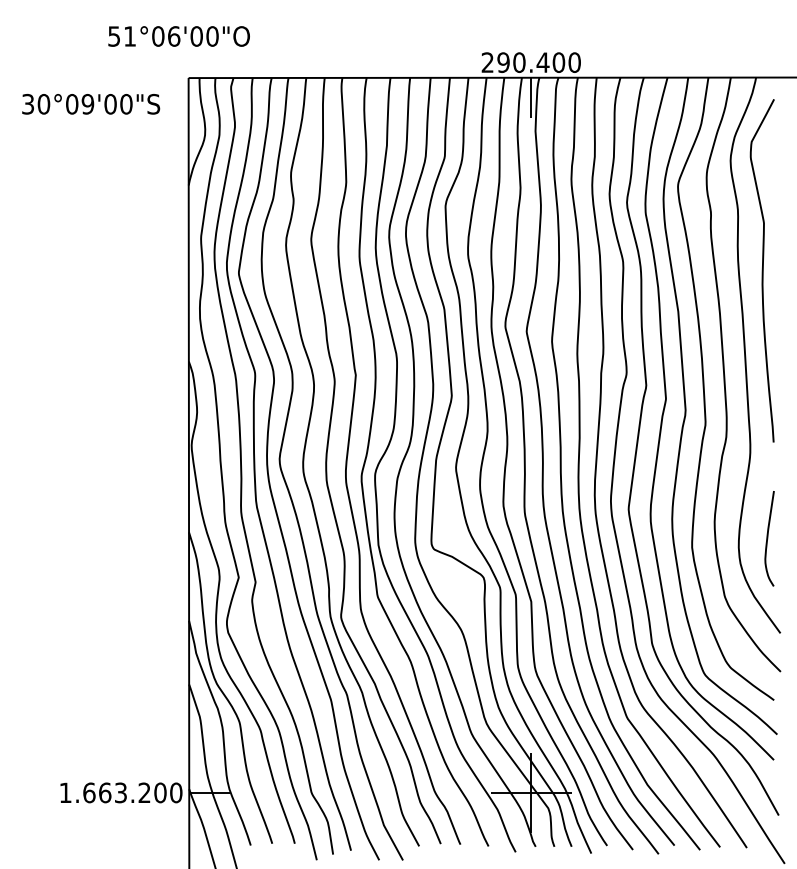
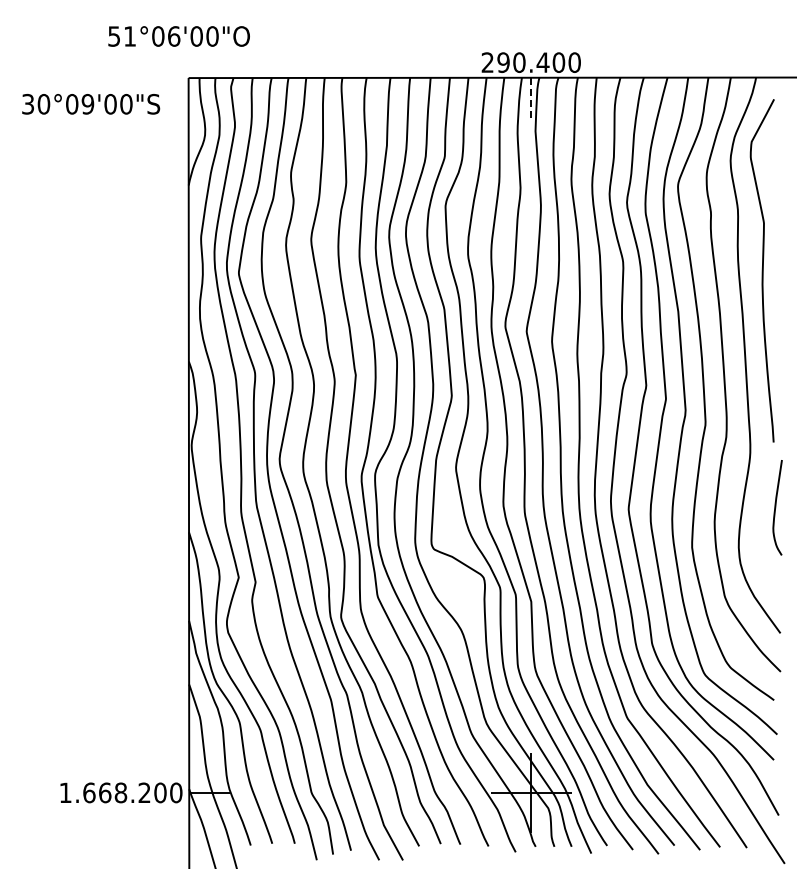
line at (531, 98): solid -> dashed
curve at (768, 538) position: (768, 538) -> (776, 507)
text at (120, 792): 1.663.200 -> 1.668.200
